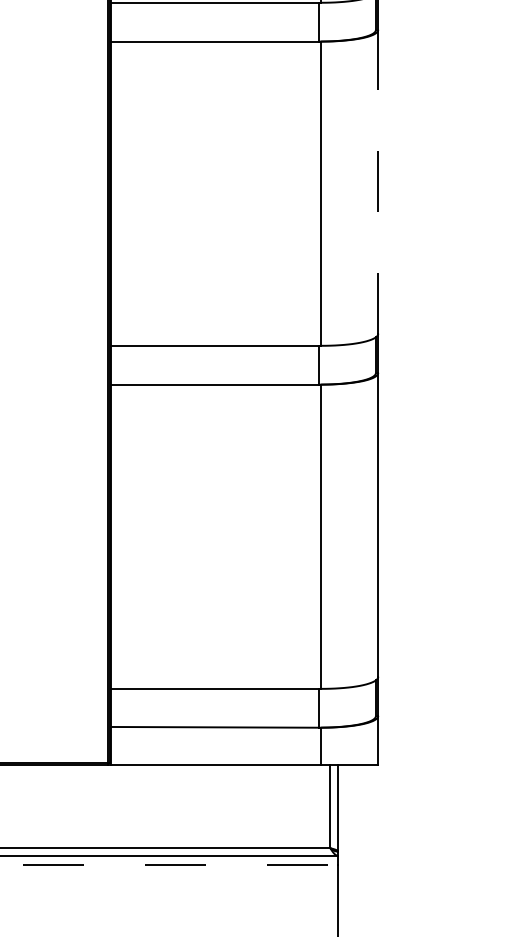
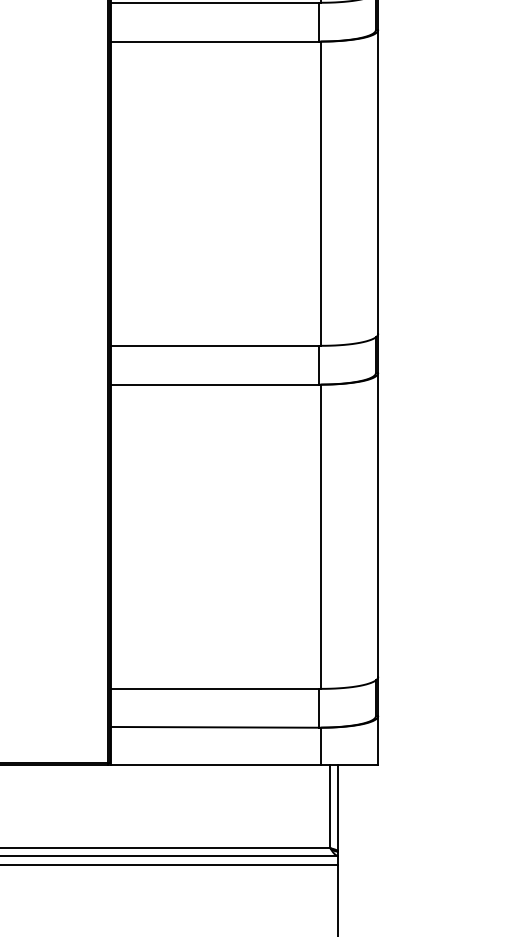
line at (378, 181): dashed -> solid
line at (169, 865): dashed -> solid
